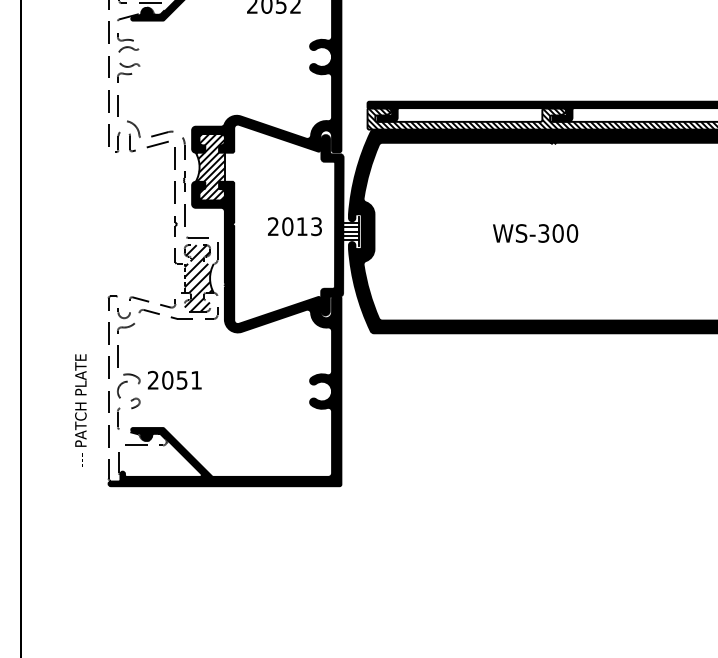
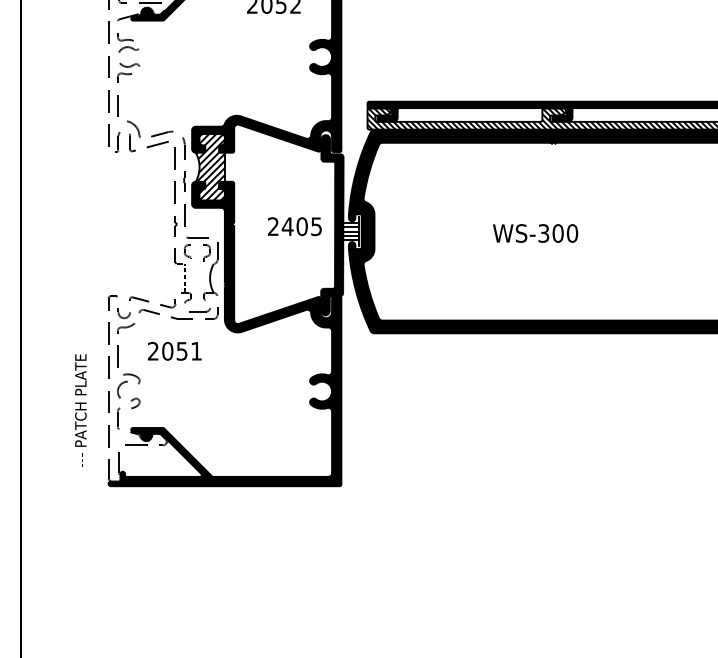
text at (301, 226): 2013 -> 2405
hatch at (198, 278): present -> none
text at (174, 379) position: (174, 379) -> (174, 350)
